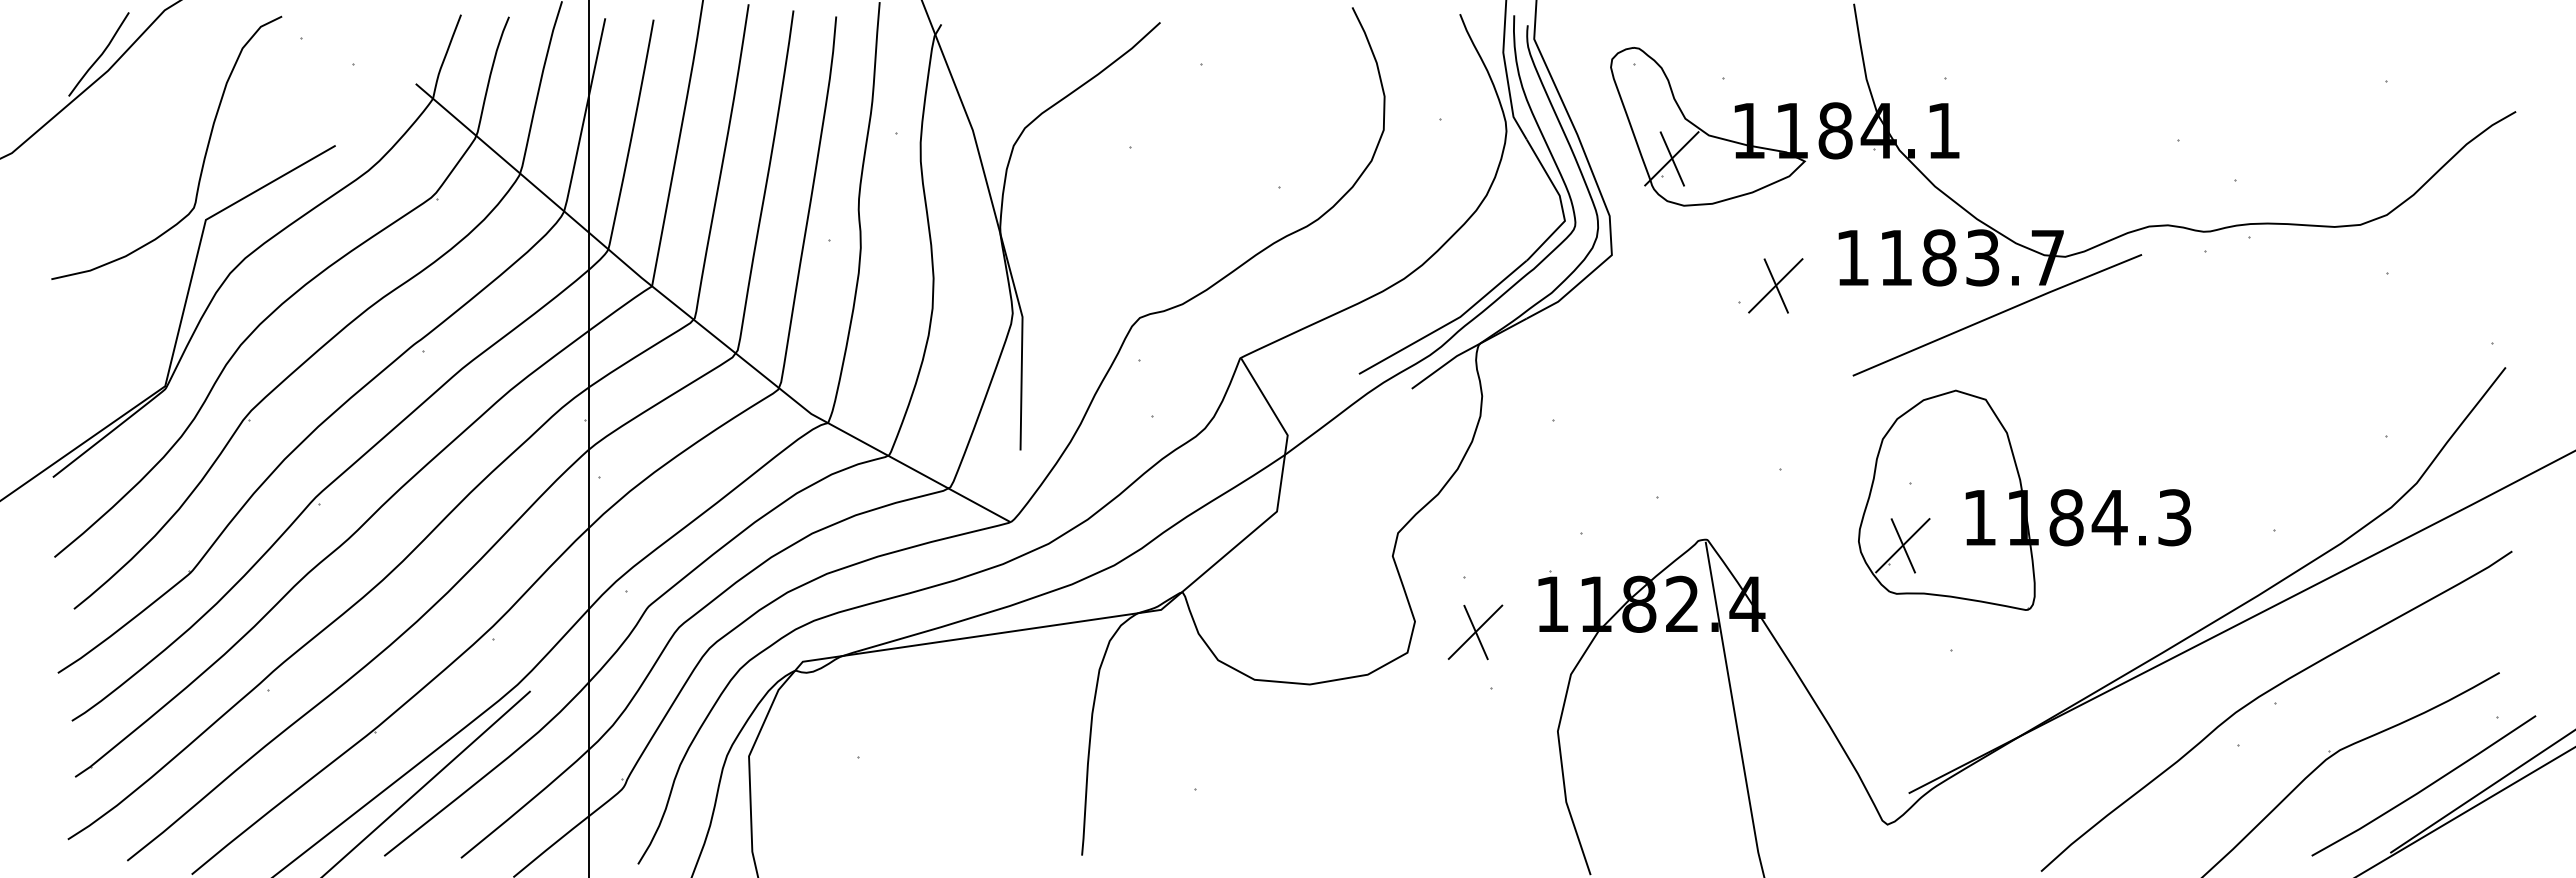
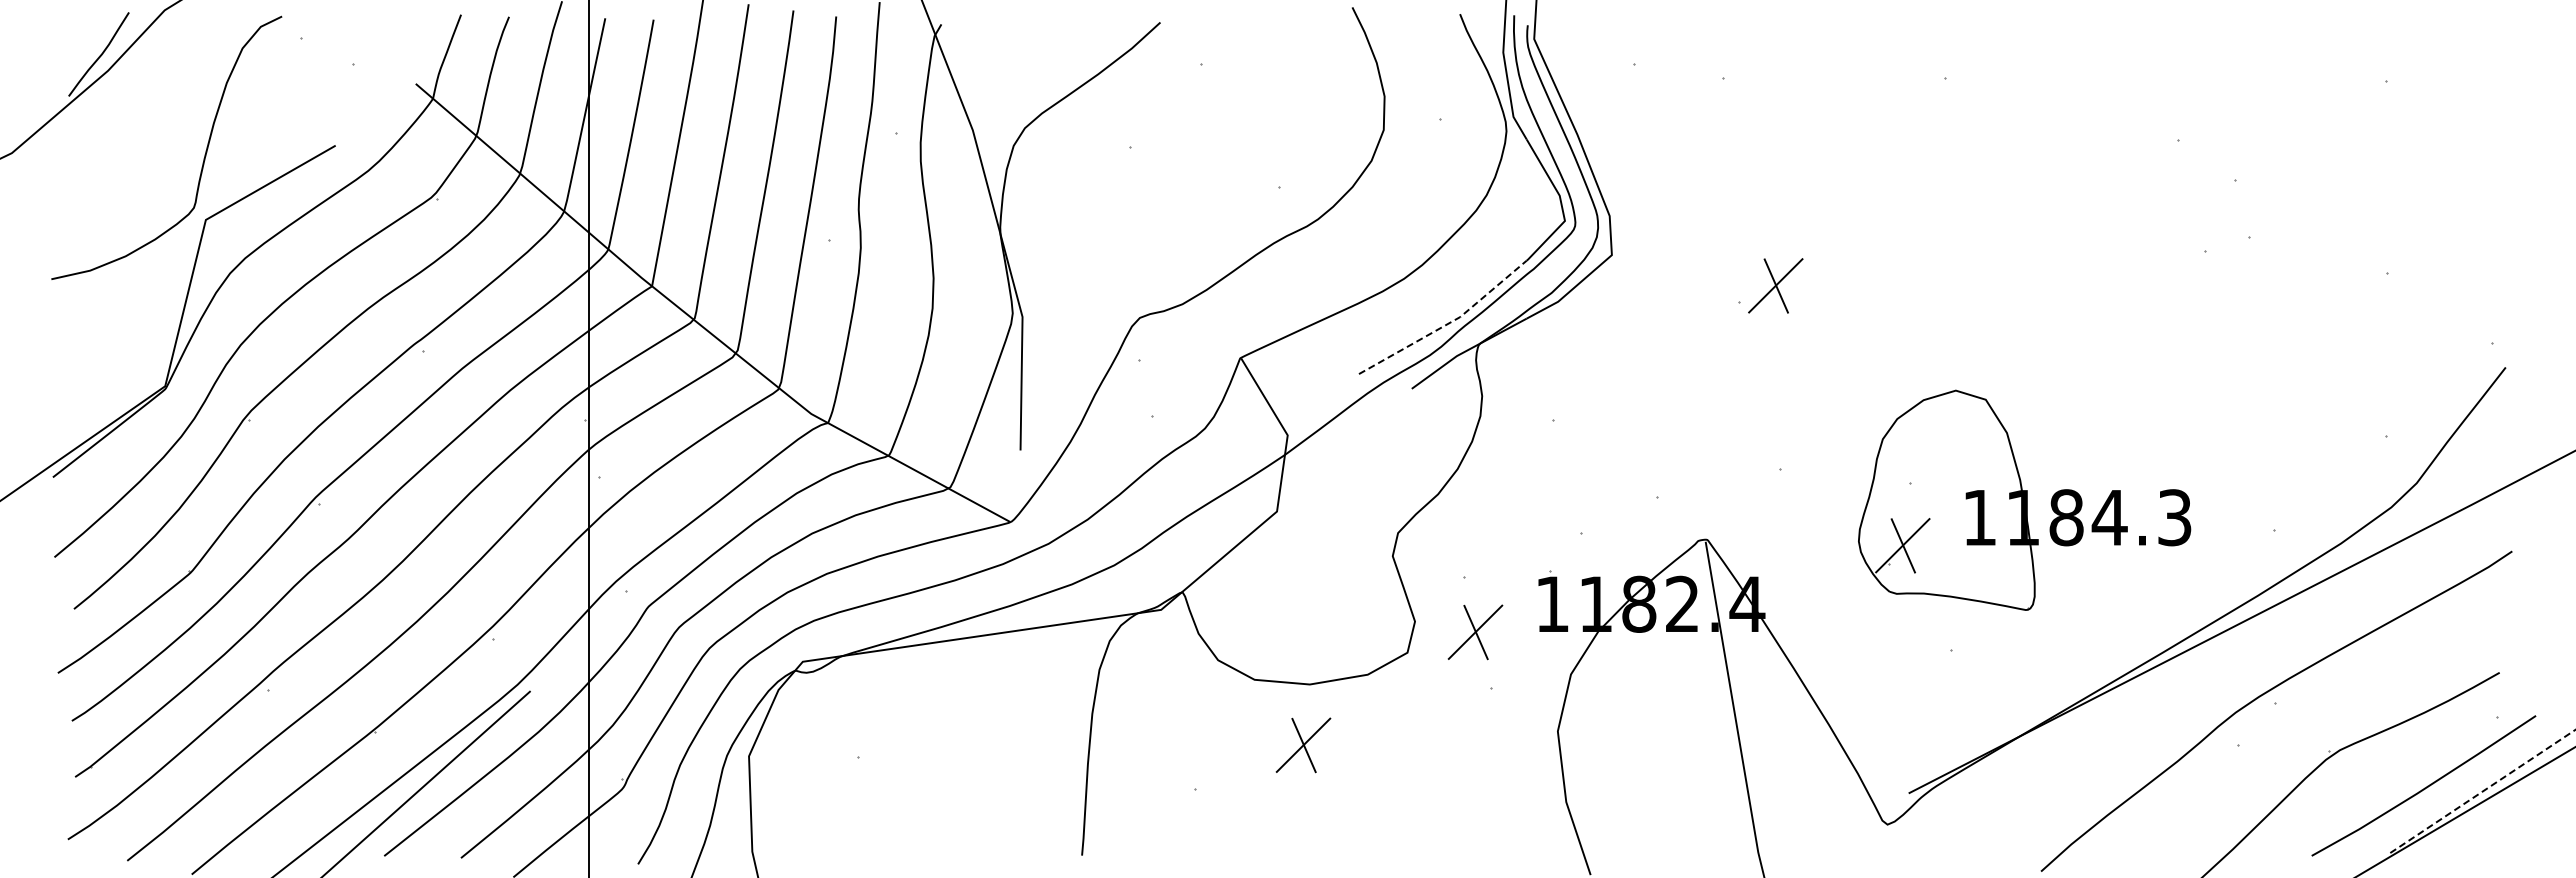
part at (2063, 230): present -> none
line at (1448, 323): solid -> dashed
part at (1303, 745): none -> present
line at (2483, 791): solid -> dashed
